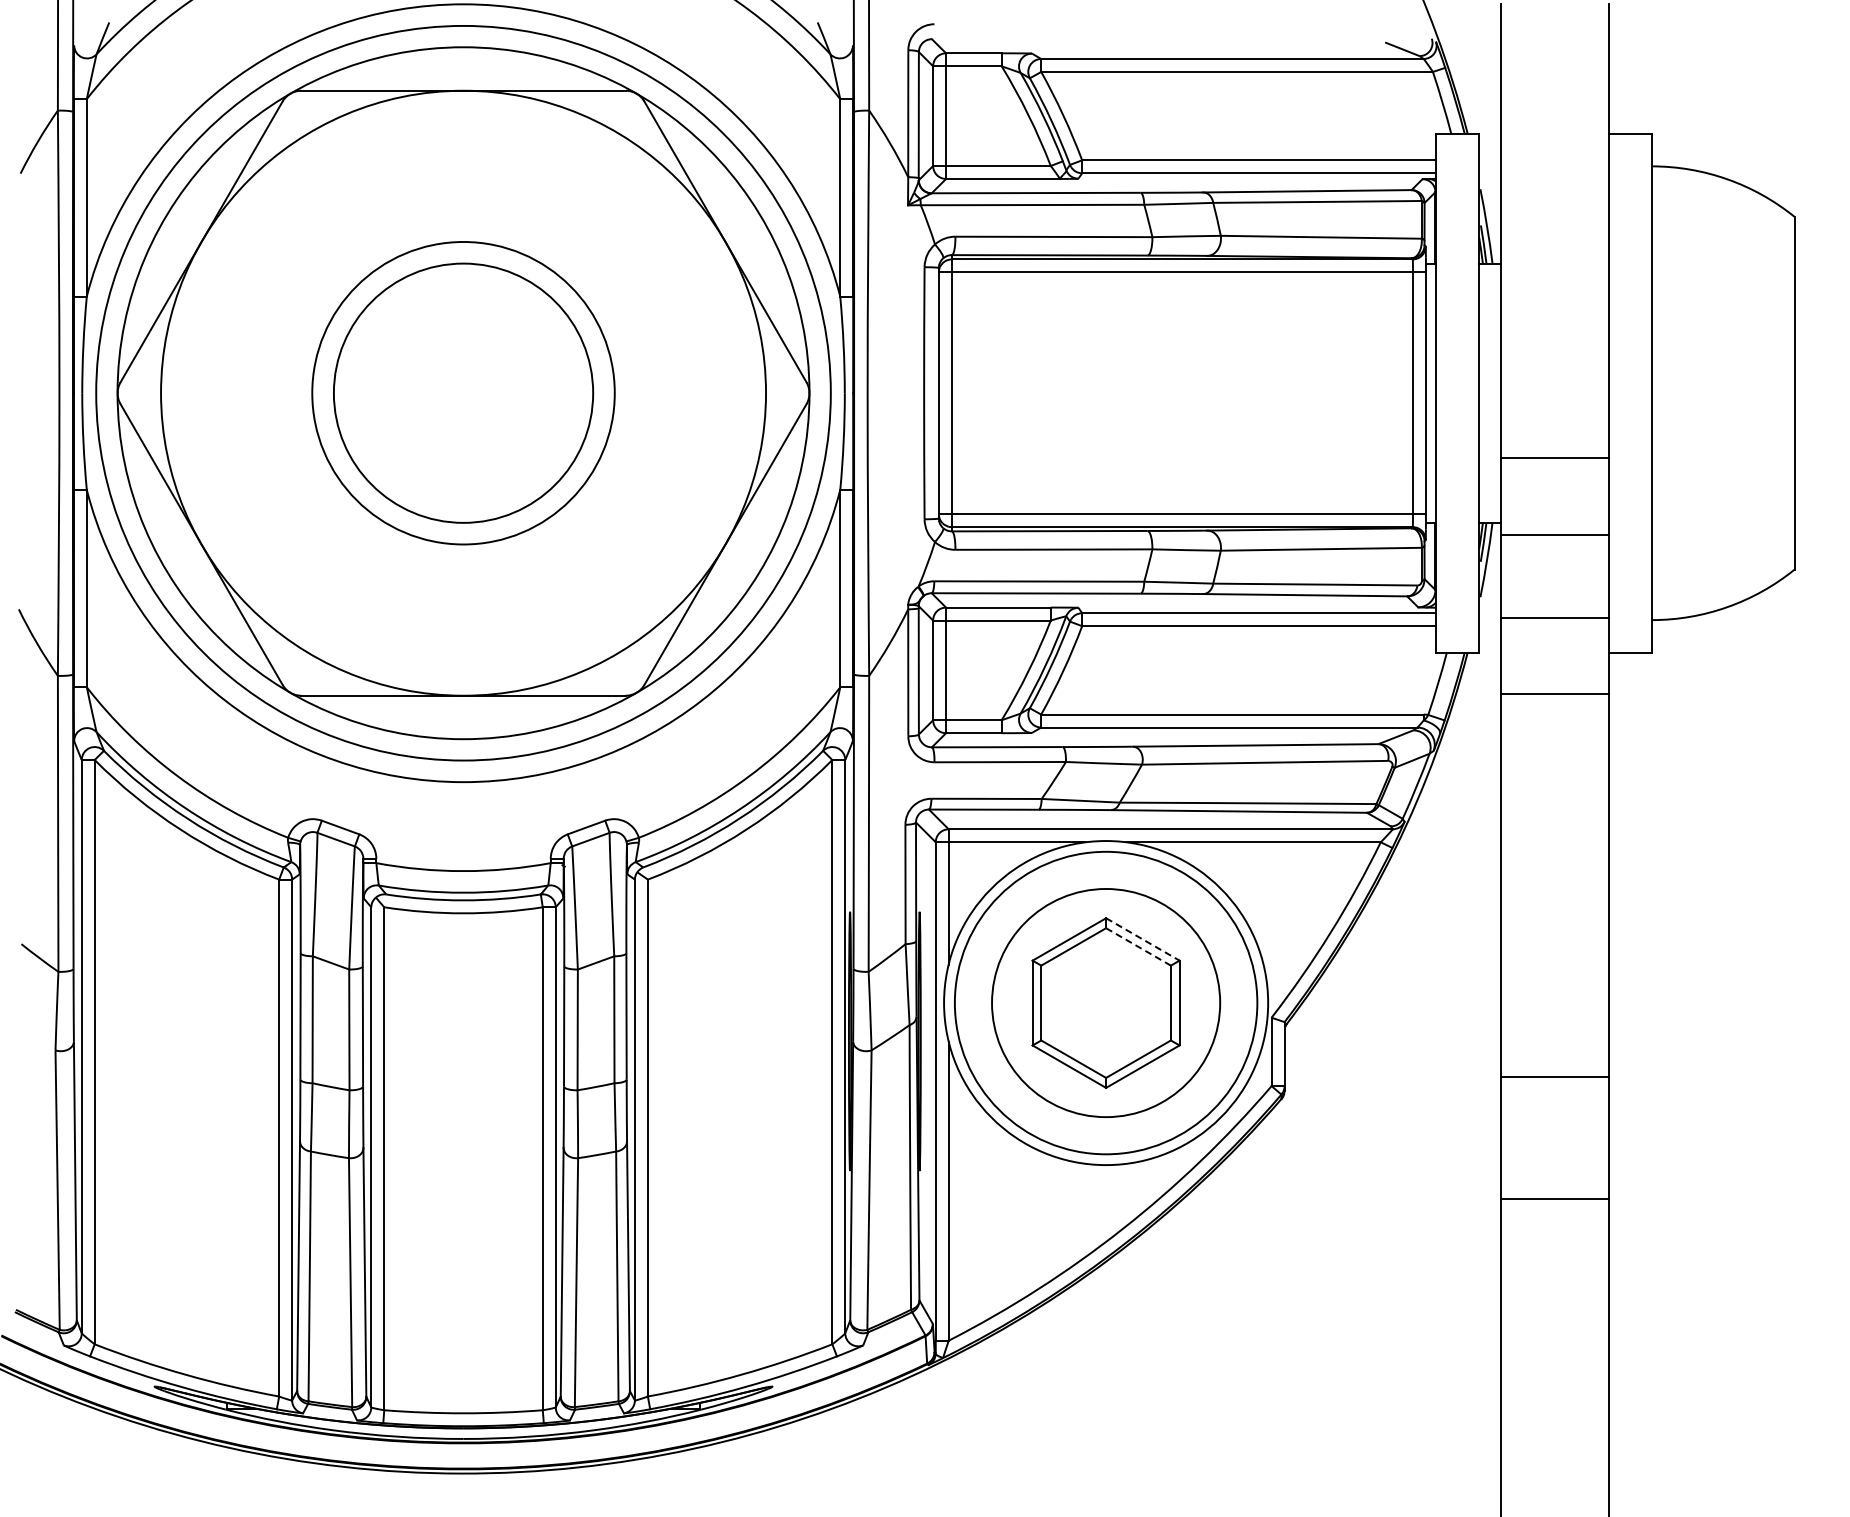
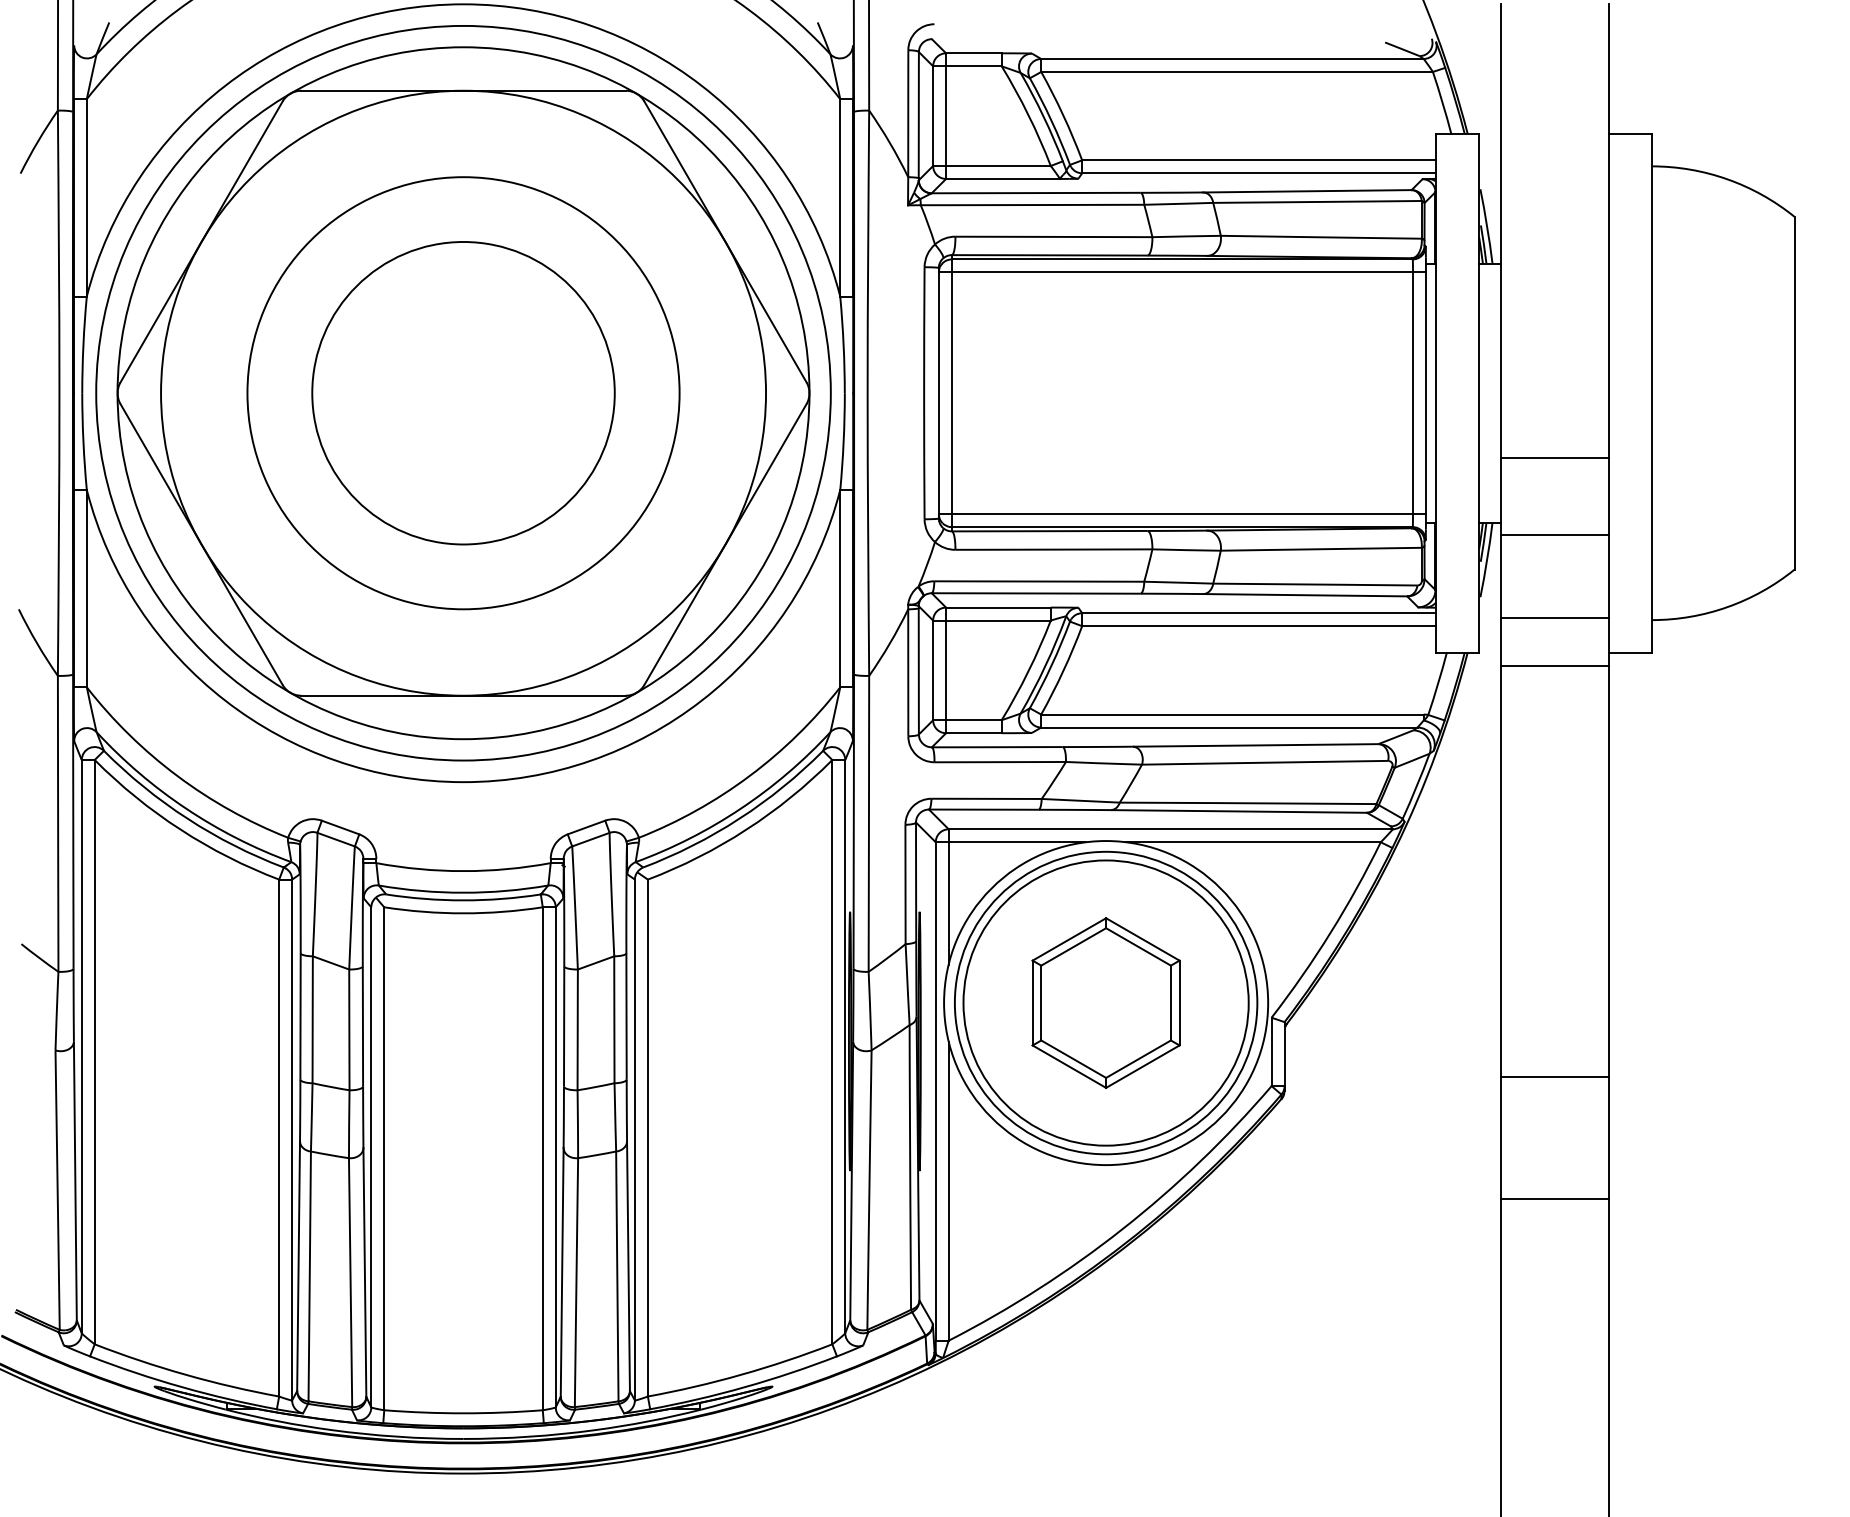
circle at (463, 392) diameter: 259 px -> 432 px
line at (1554, 694) position: (1554, 694) -> (1554, 666)
line at (1143, 939): dashed -> solid
line at (1138, 947): dashed -> solid
circle at (1106, 1002) diameter: 228 px -> 285 px
